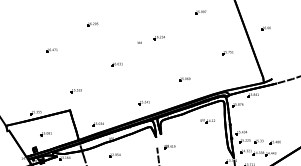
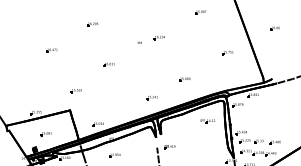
part at (265, 28) position: (265, 28) -> (274, 28)
part at (116, 64) position: (116, 64) -> (108, 64)
part at (143, 103) position: (143, 103) -> (151, 98)
